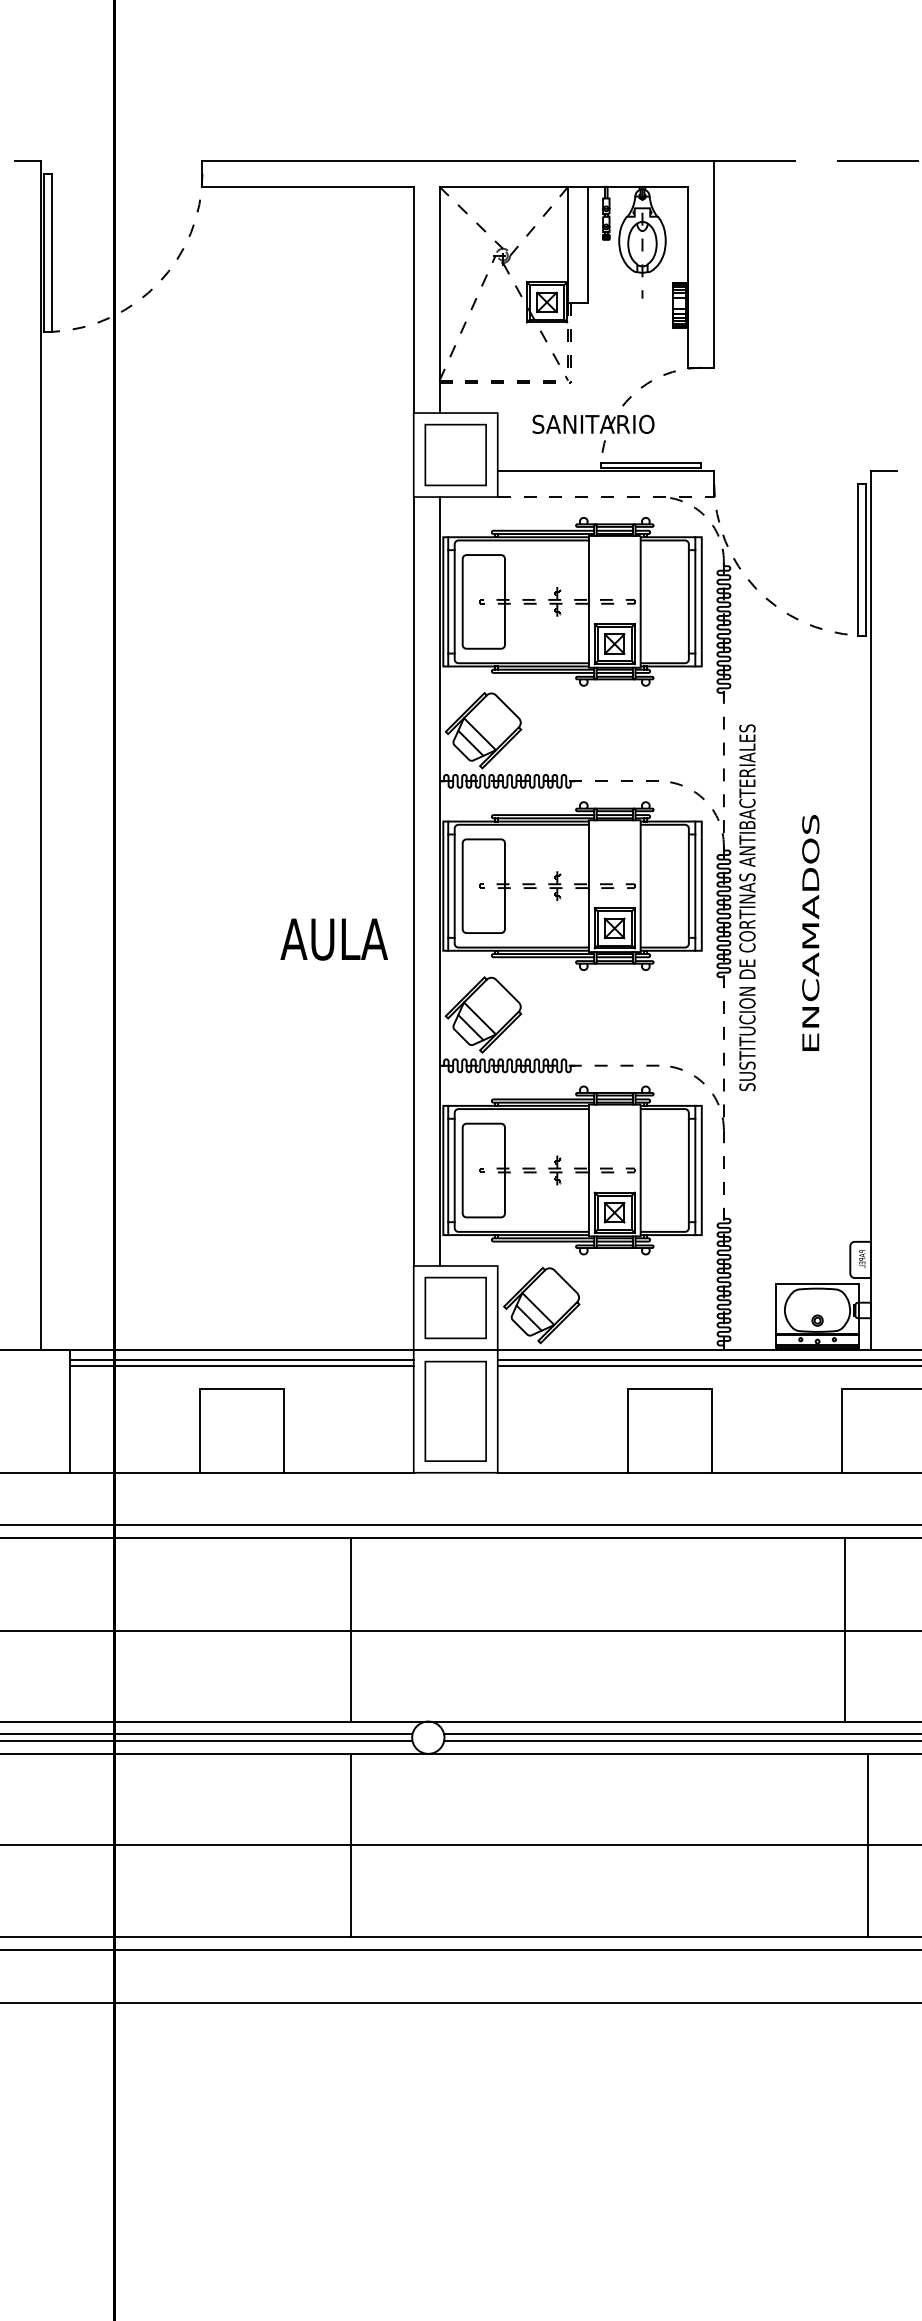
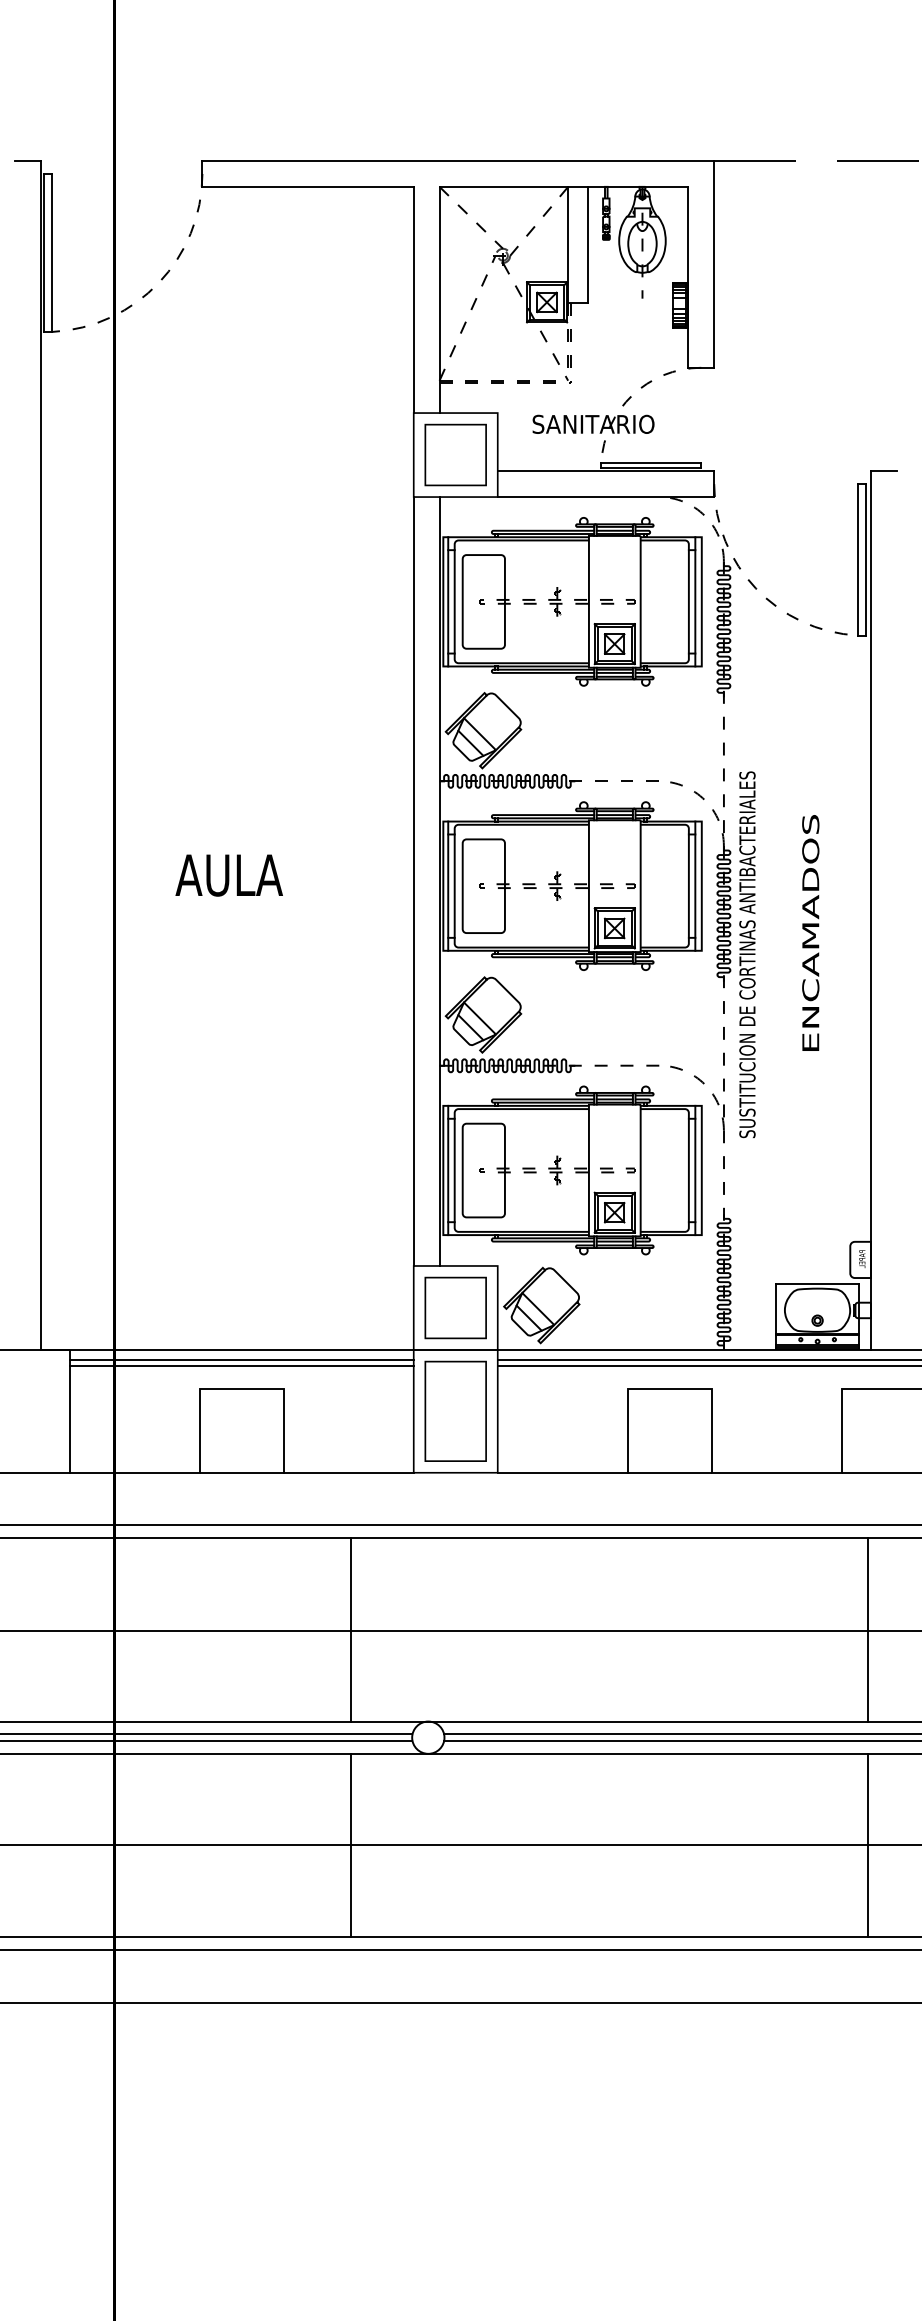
line at (606, 497): dashed -> solid
text at (747, 907) position: (747, 907) -> (747, 954)
text at (333, 939) position: (333, 939) -> (228, 875)
line at (844, 1629) position: (844, 1629) -> (867, 1629)
